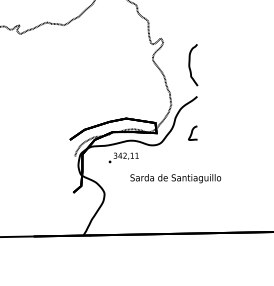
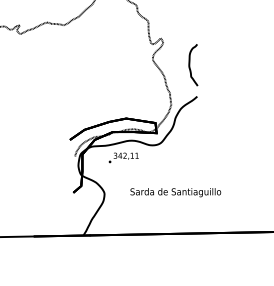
curve at (192, 132): present -> none
text at (175, 178) position: (175, 178) -> (175, 192)
